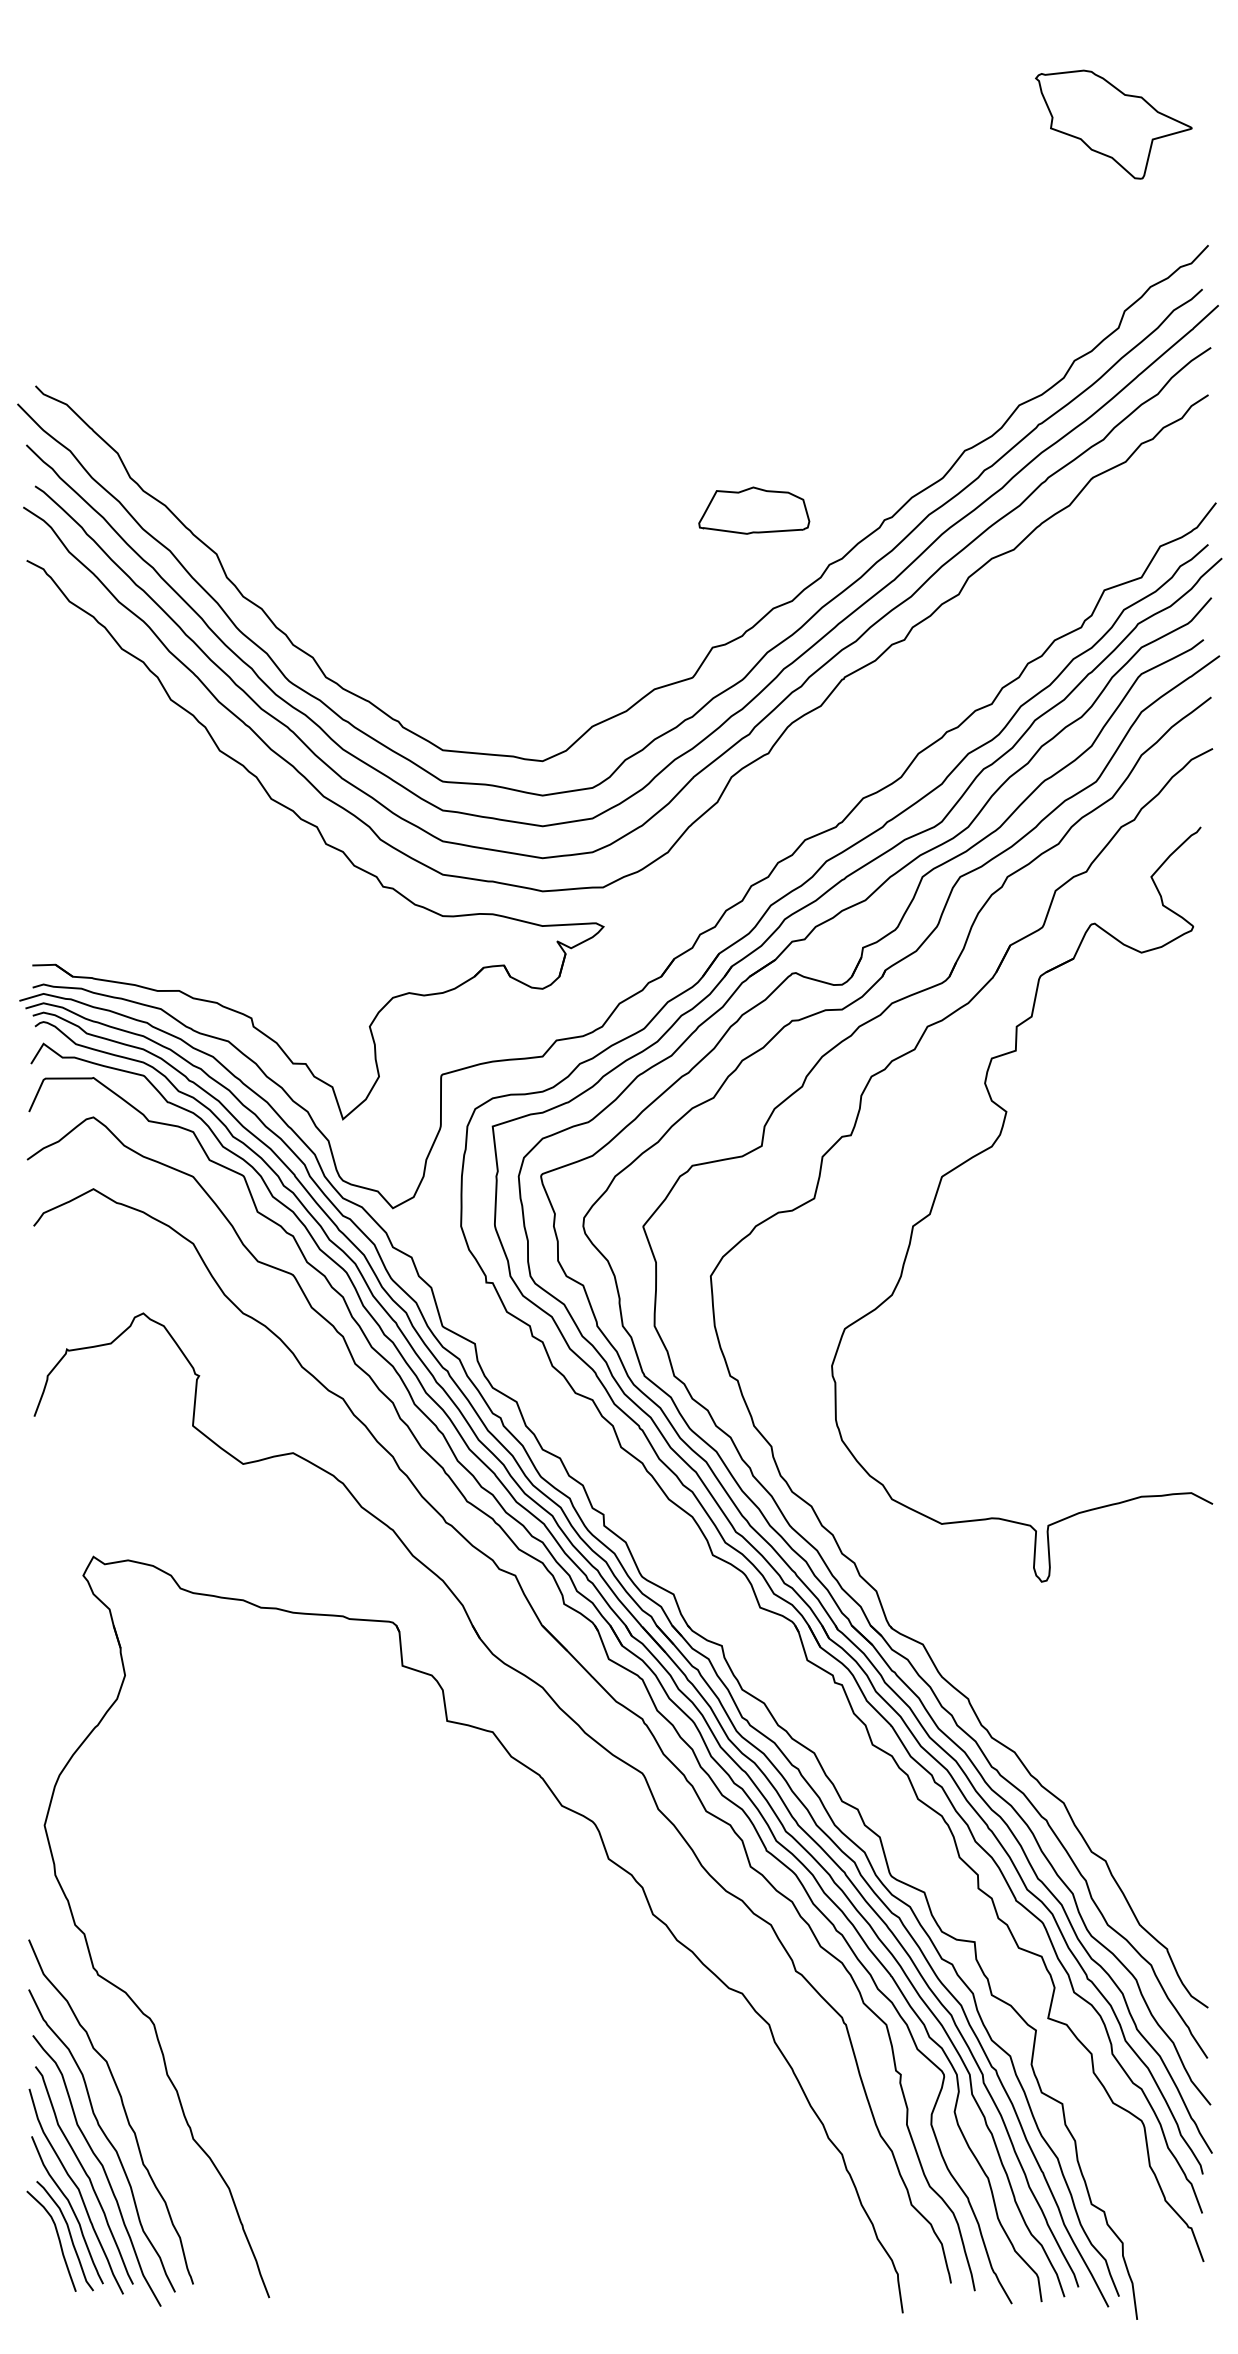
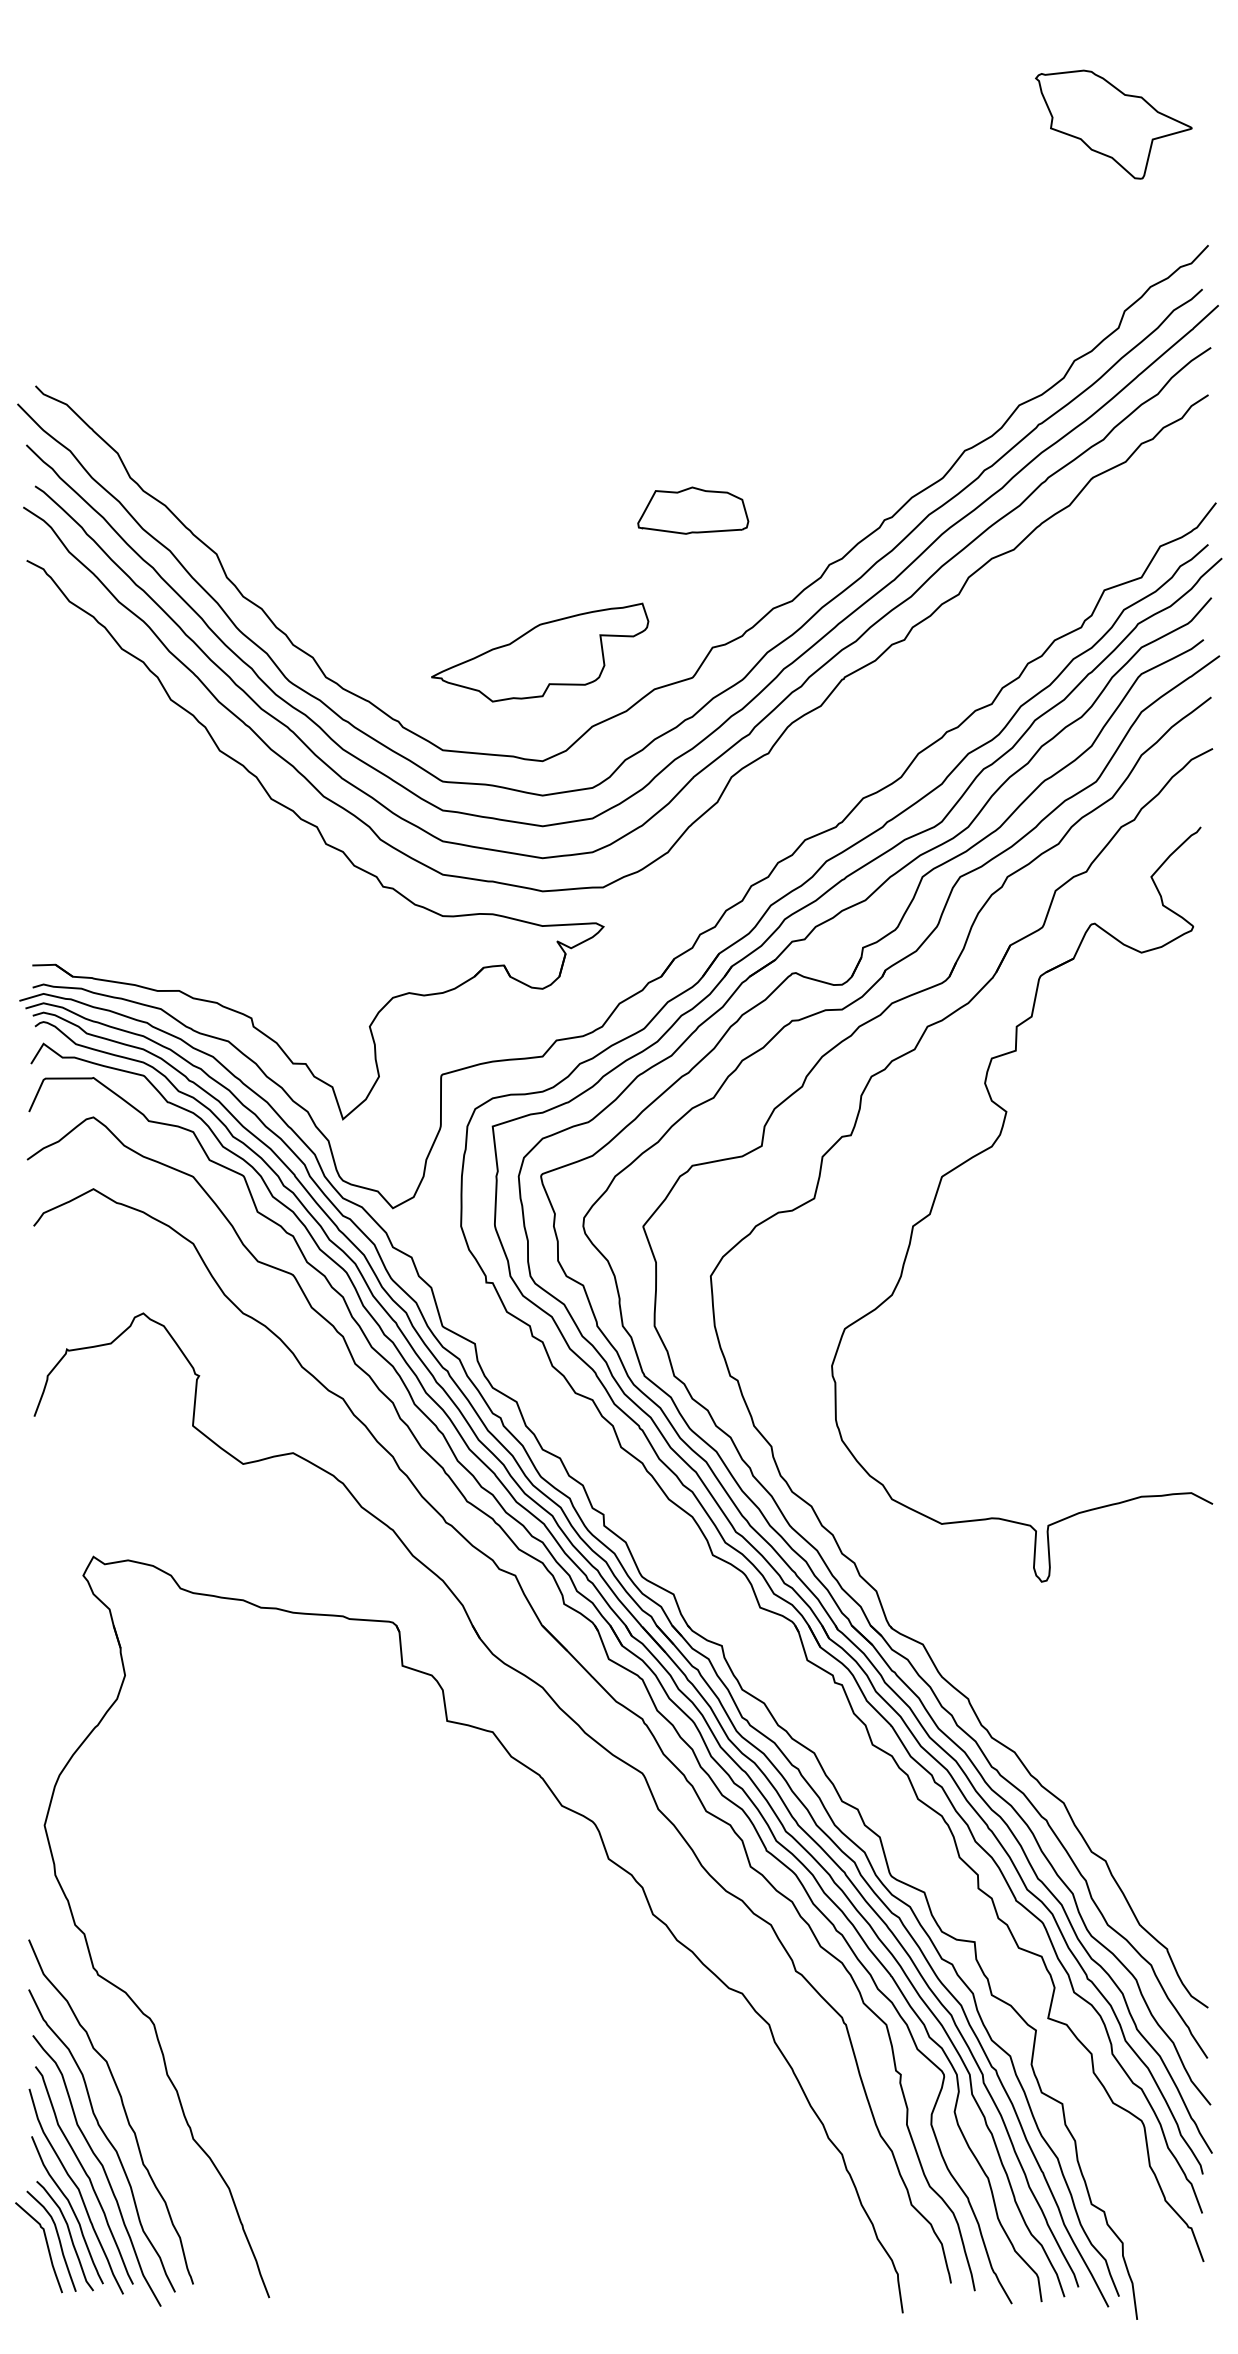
part at (754, 510) position: (754, 510) -> (693, 510)
part at (540, 652): none -> present
curve at (46, 2245): none -> present
